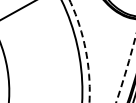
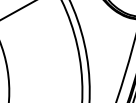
arc at (85, 50): dashed -> solid
arc at (126, 69): dashed -> solid
